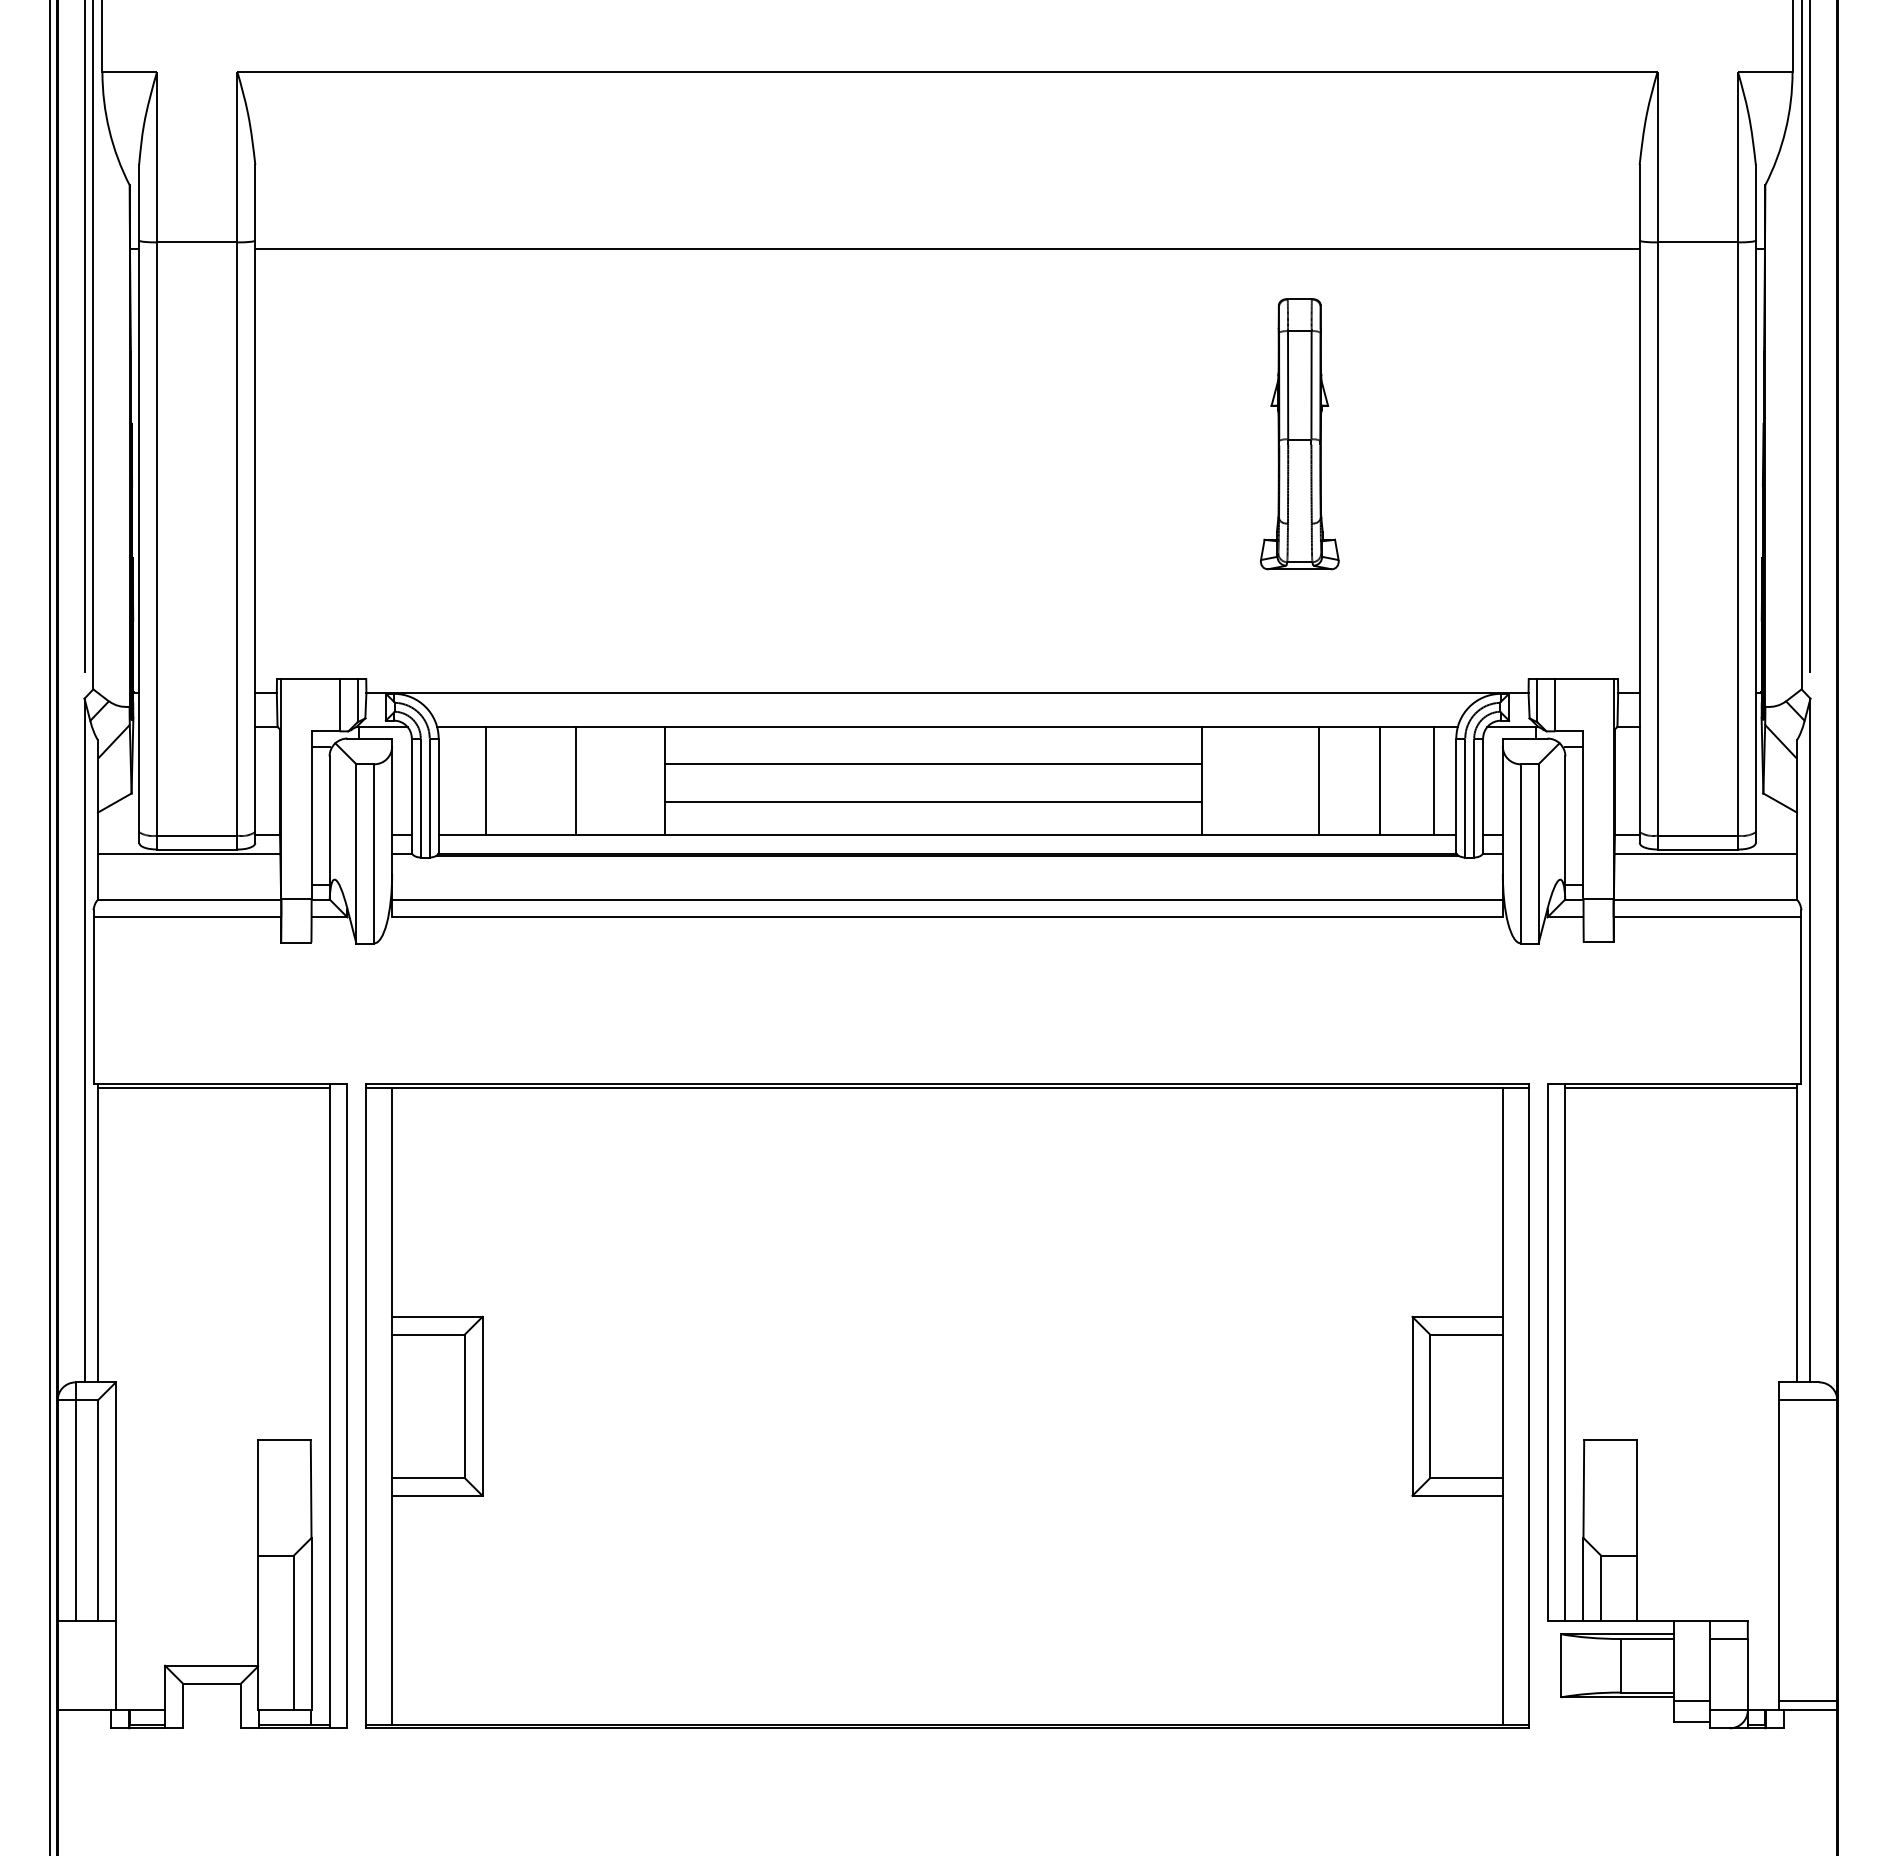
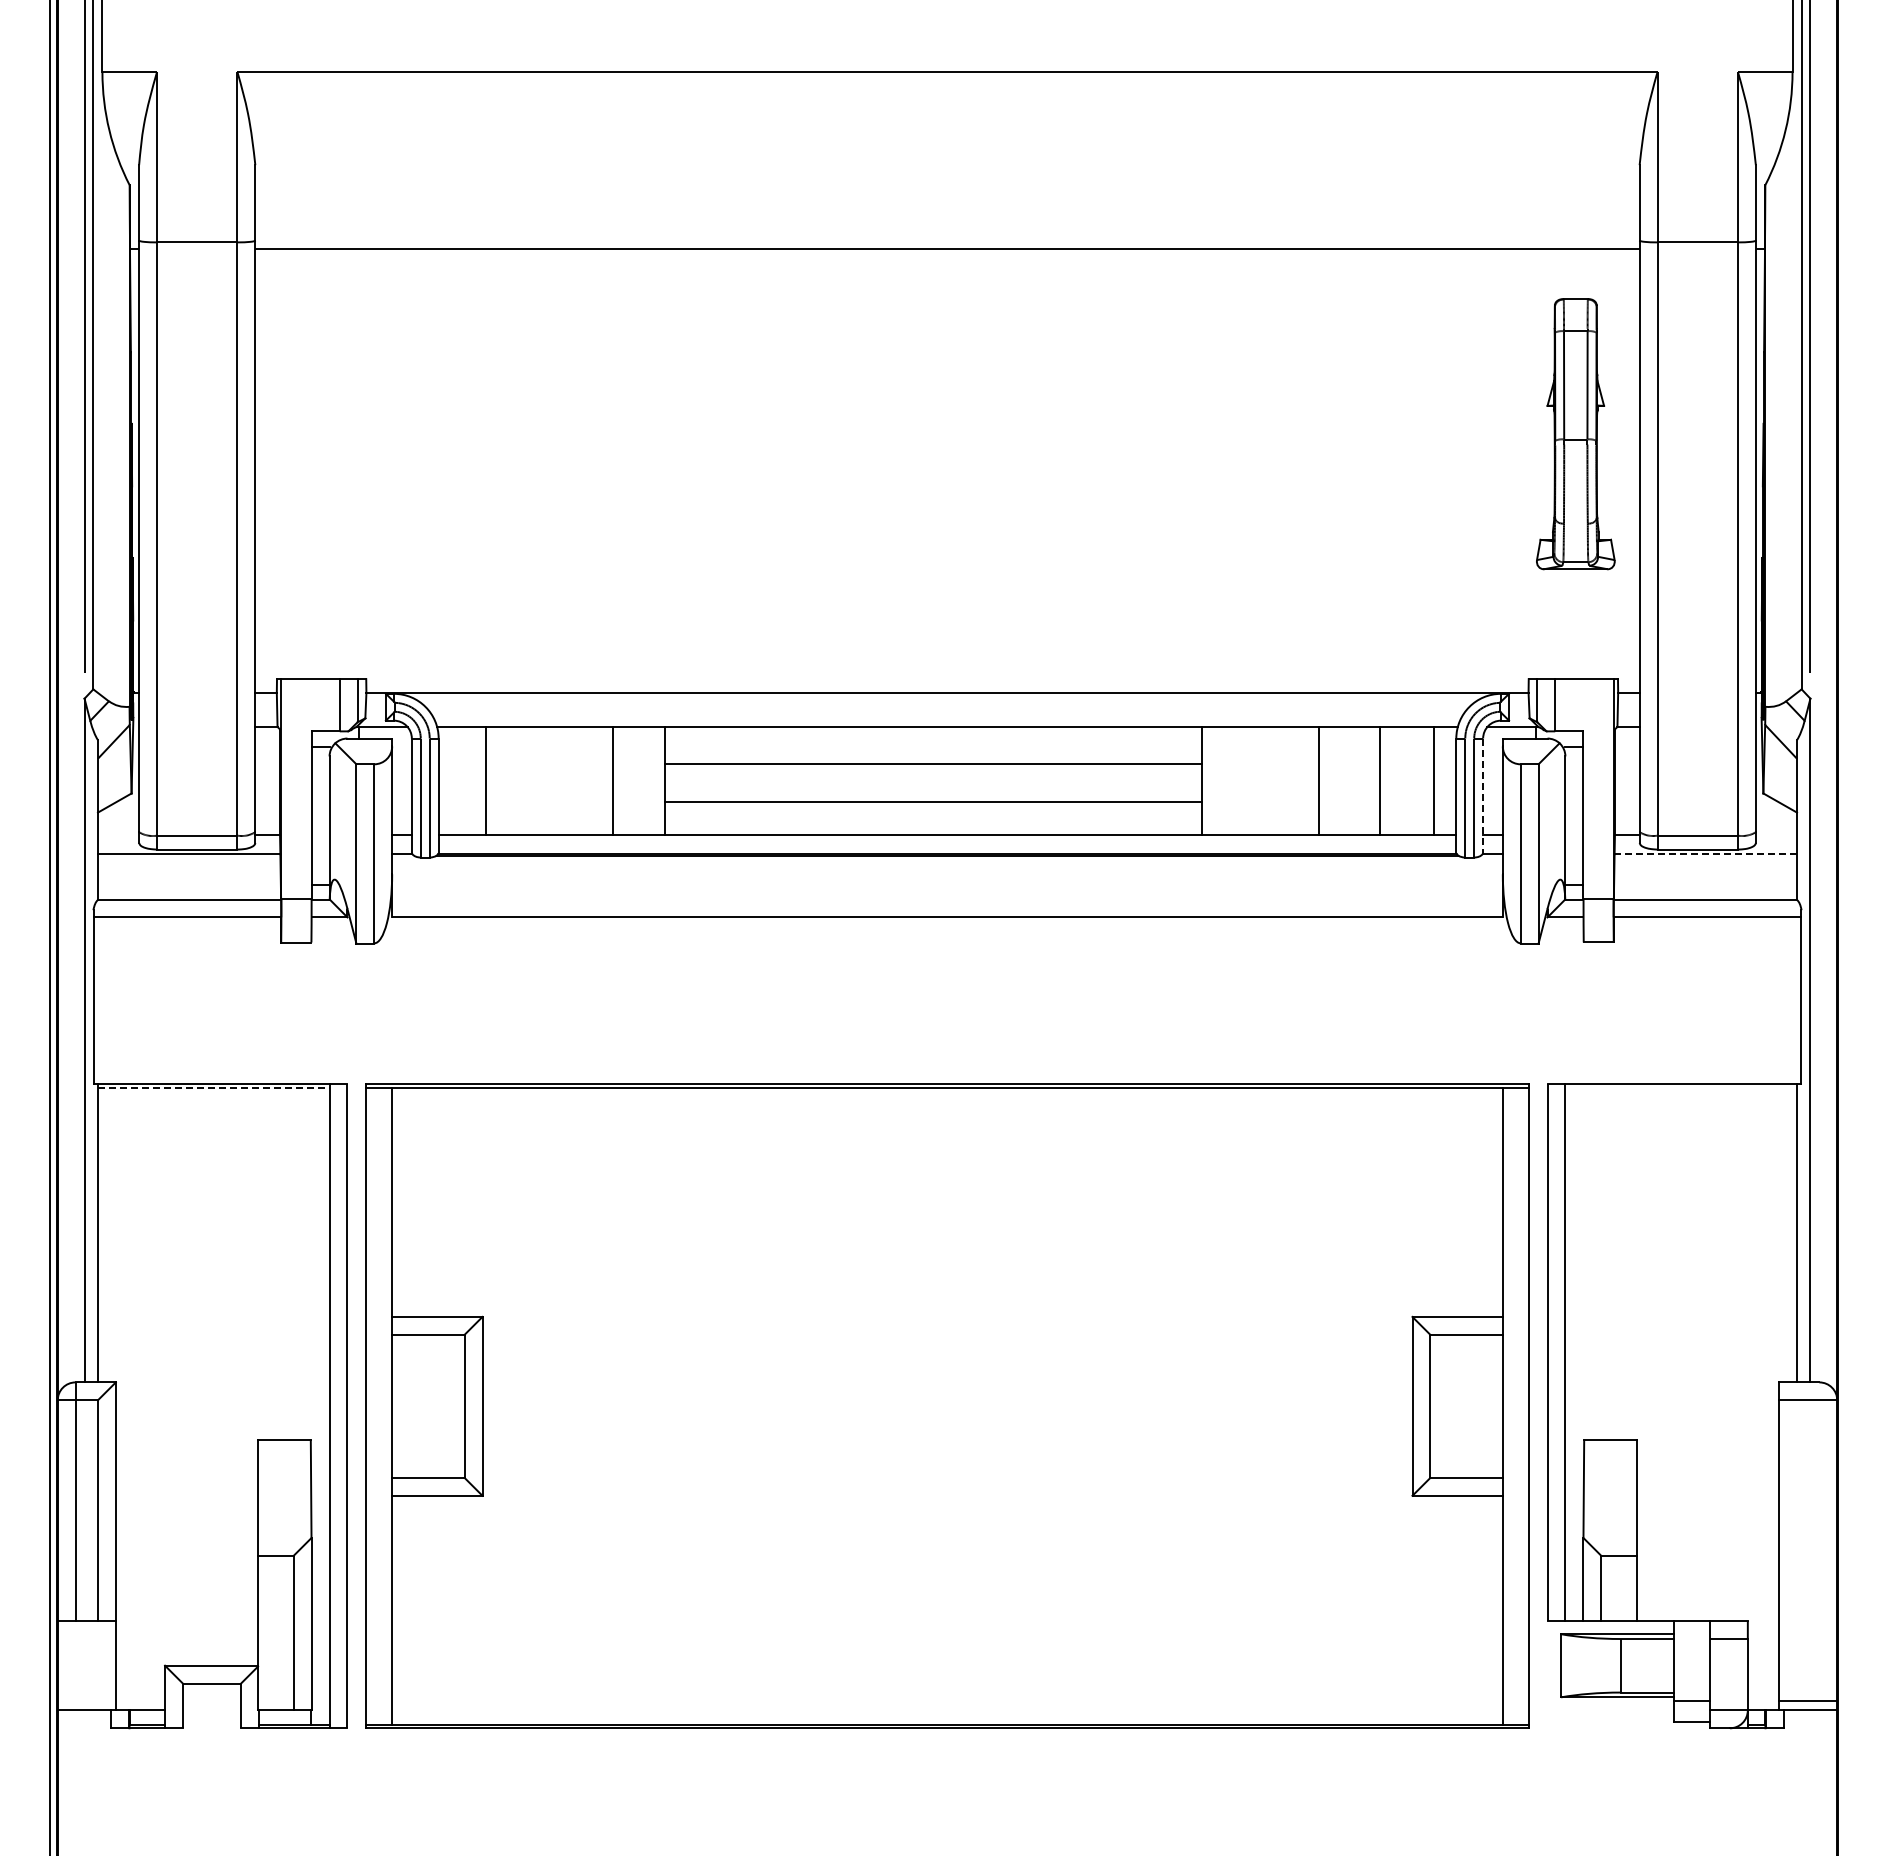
part at (1299, 434) position: (1299, 434) -> (1575, 434)
line at (575, 780) position: (575, 780) -> (612, 780)
line at (1483, 796): solid -> dashed
line at (1705, 854): solid -> dashed
line at (947, 899): present -> none
line at (213, 1088): solid -> dashed
line at (1681, 1088): present -> none
